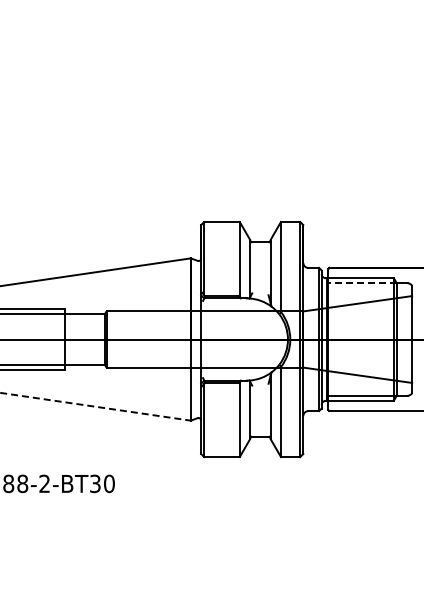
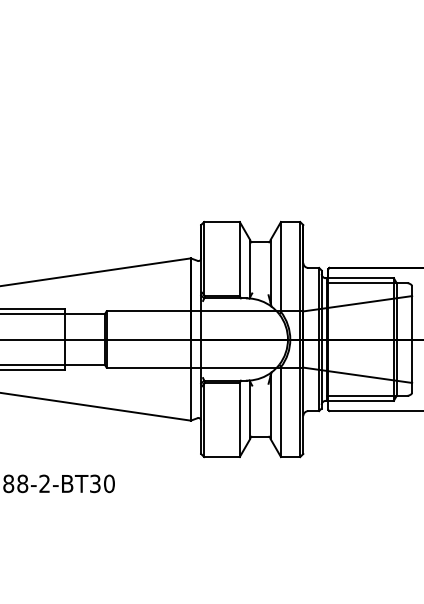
line at (362, 282): dashed -> solid
line at (96, 406): dashed -> solid
